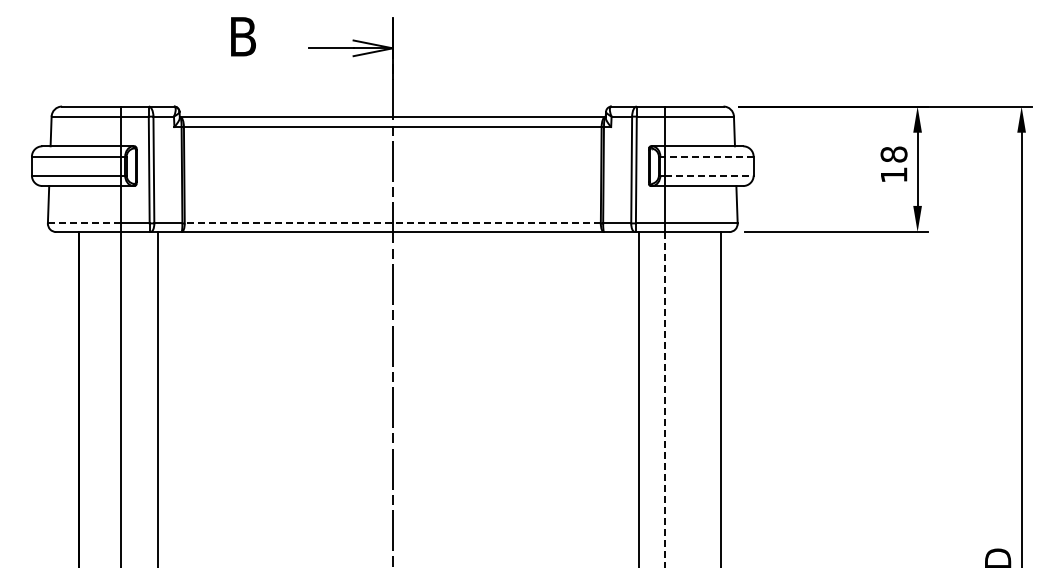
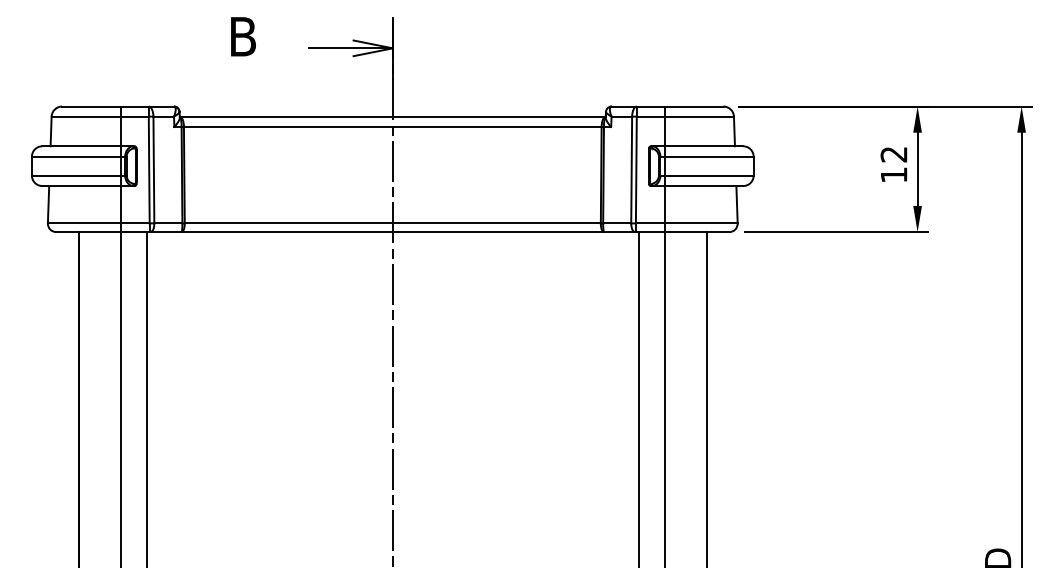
text at (893, 154): 18 -> 12
line at (708, 156): dashed -> solid
line at (709, 175): dashed -> solid
line at (84, 223): dashed -> solid
line at (392, 223): dashed -> solid
line at (157, 398) position: (157, 398) -> (146, 398)
line at (720, 398) position: (720, 398) -> (706, 398)
line at (664, 400): dashed -> solid
